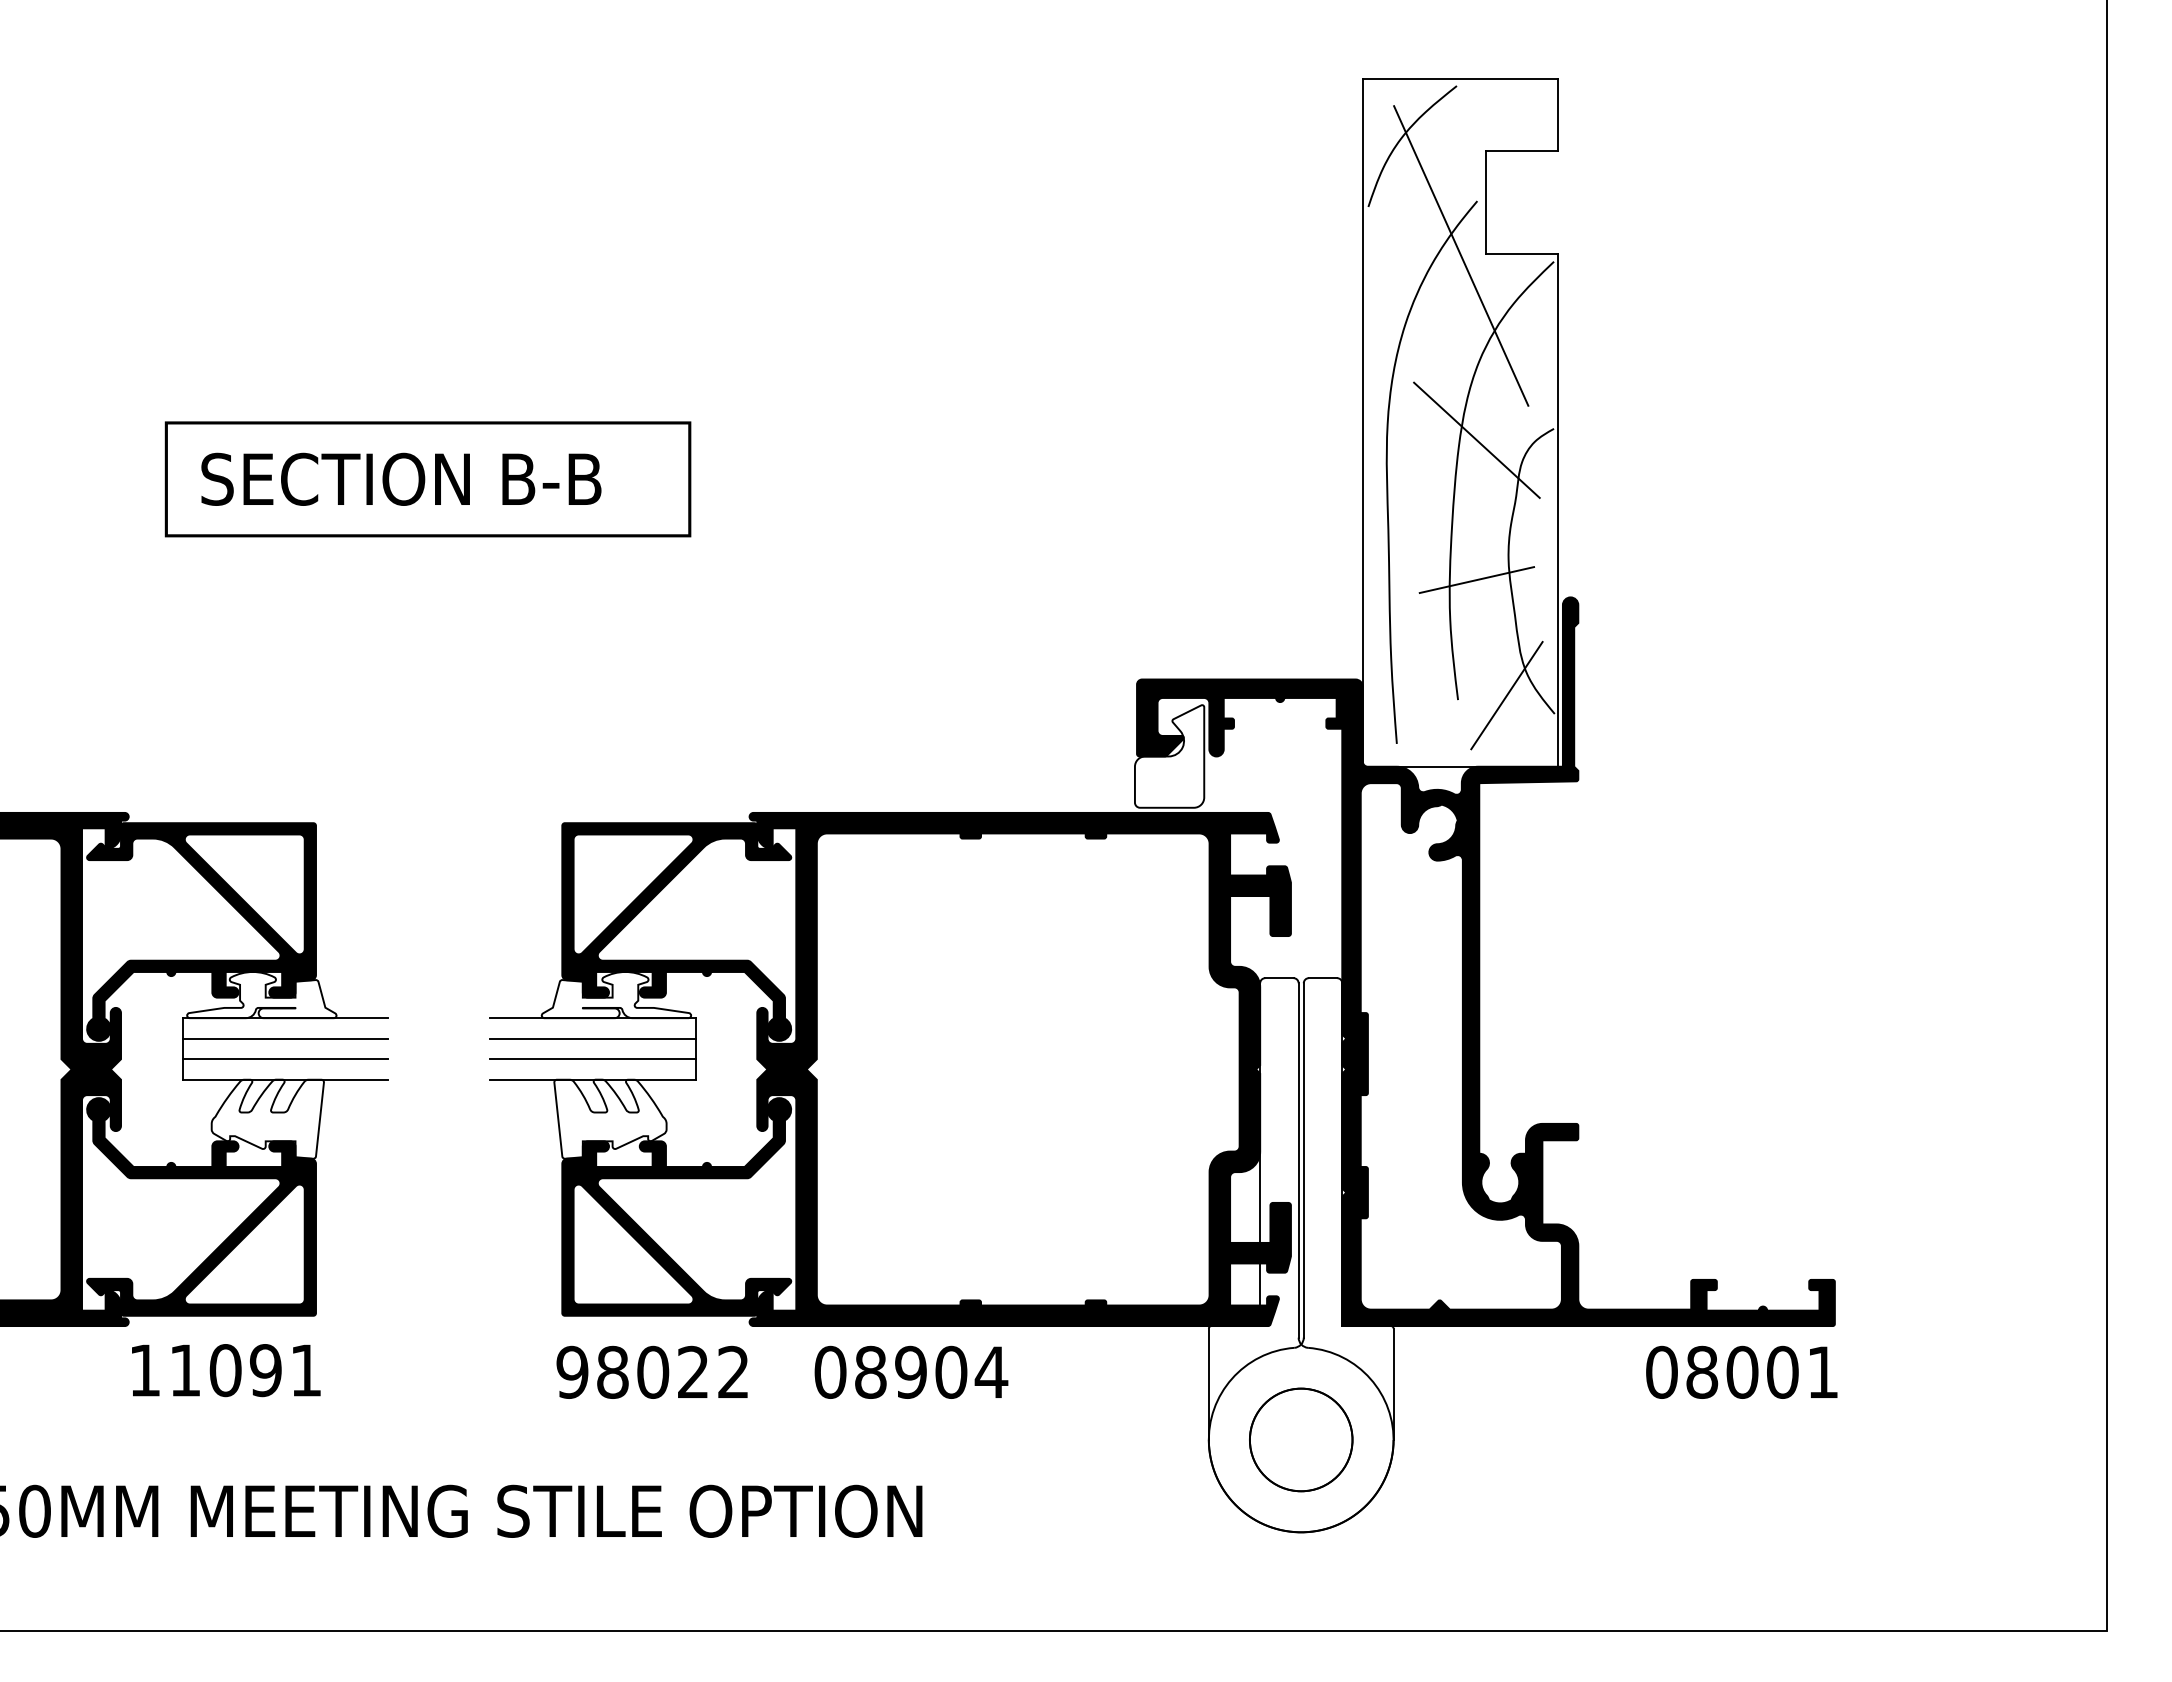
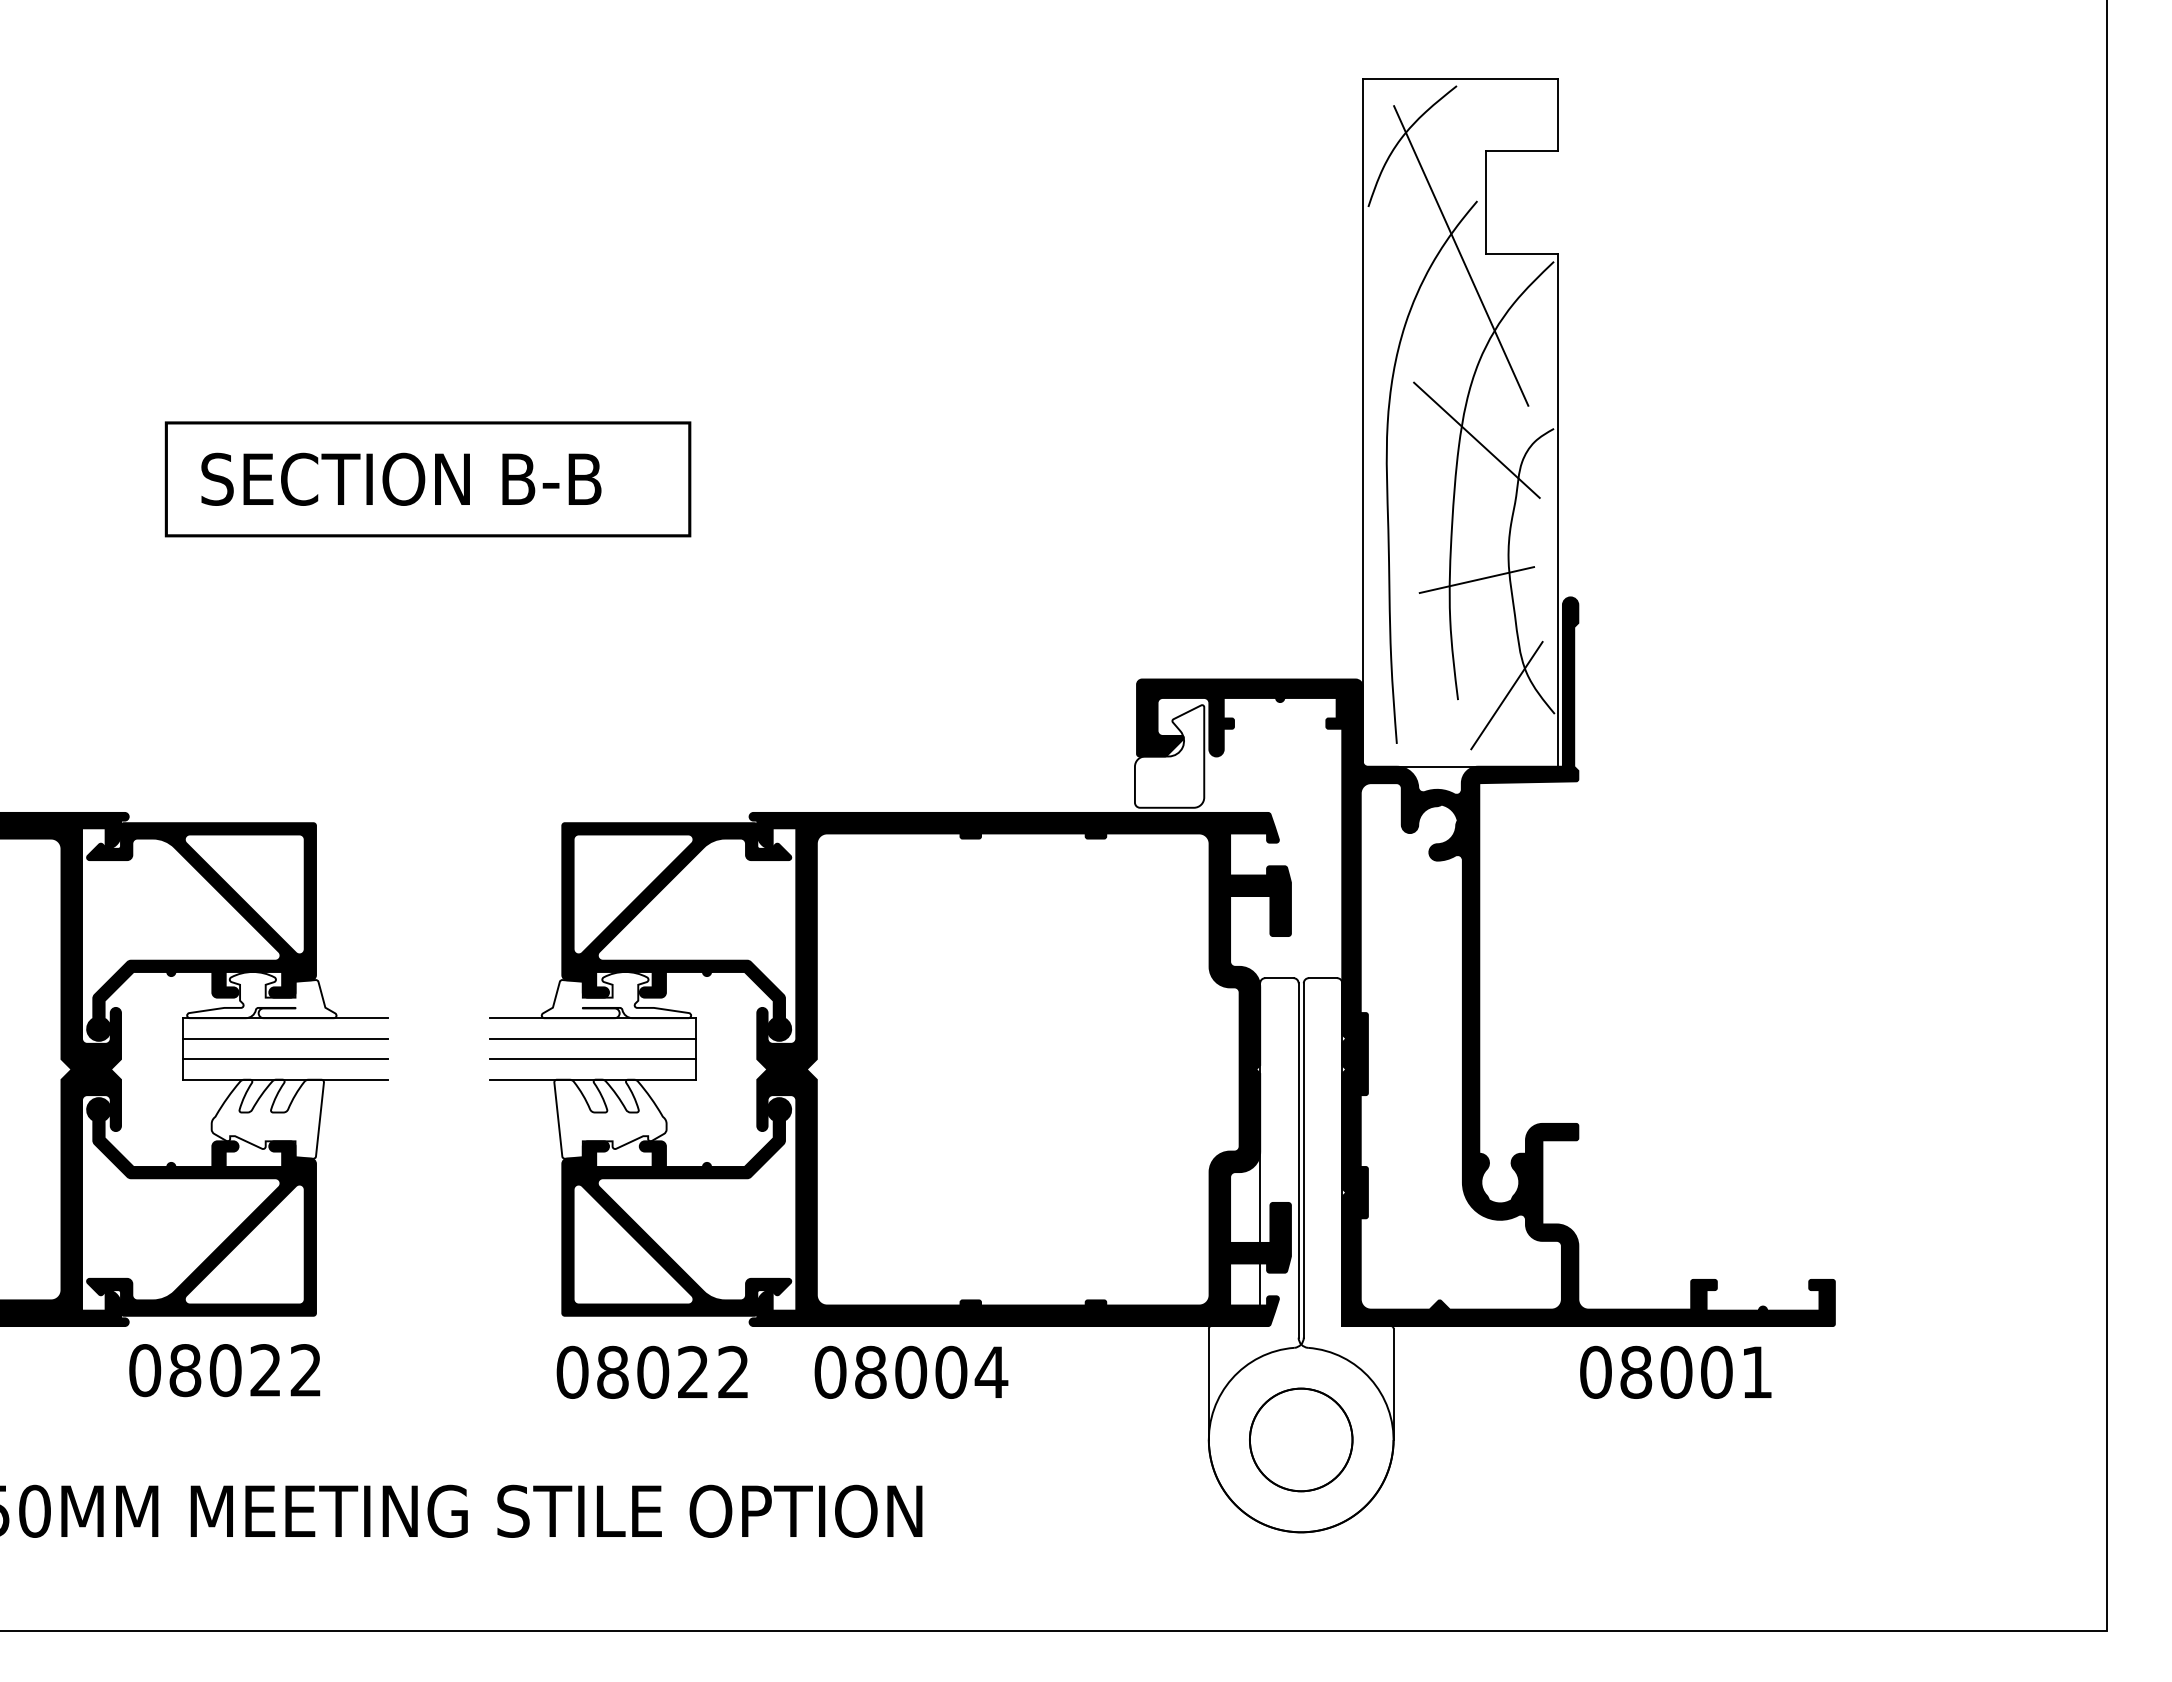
text at (224, 1370): 11091 -> 08022
text at (1741, 1371) position: (1741, 1371) -> (1675, 1371)
text at (572, 1372): 98022 -> 08022
text at (911, 1372): 08904 -> 08004
